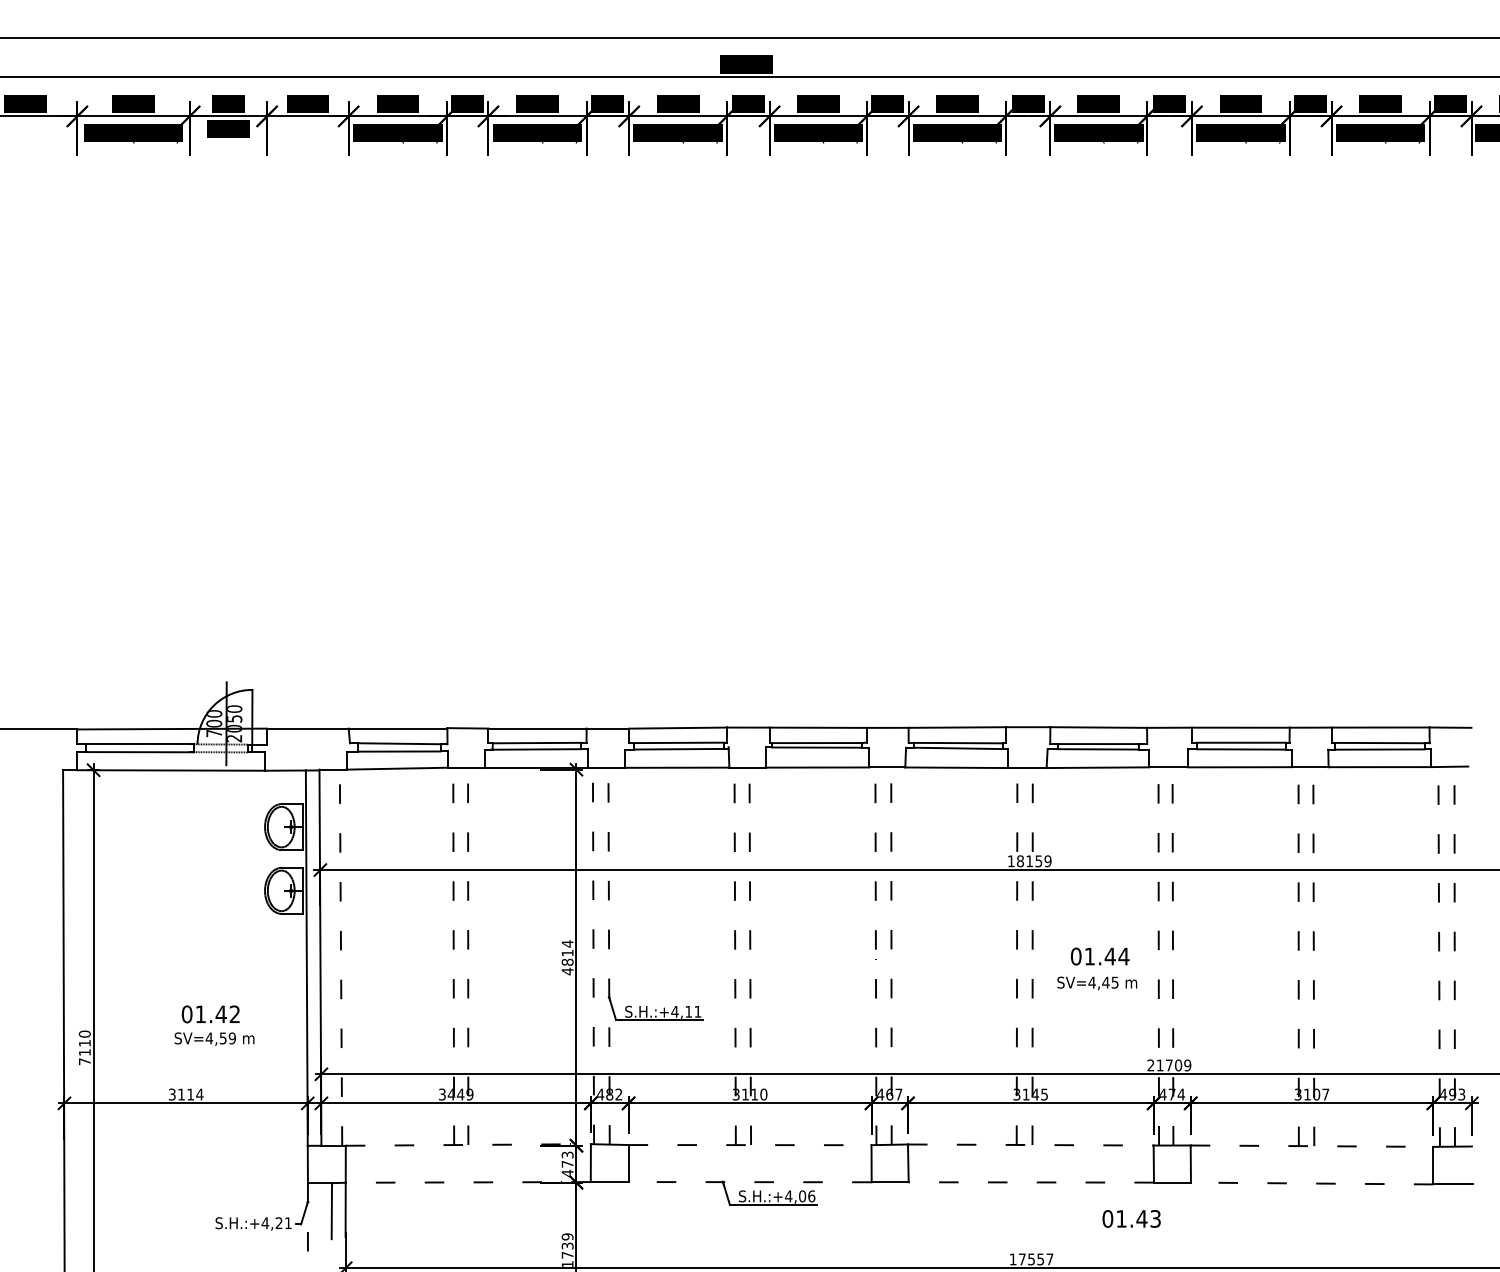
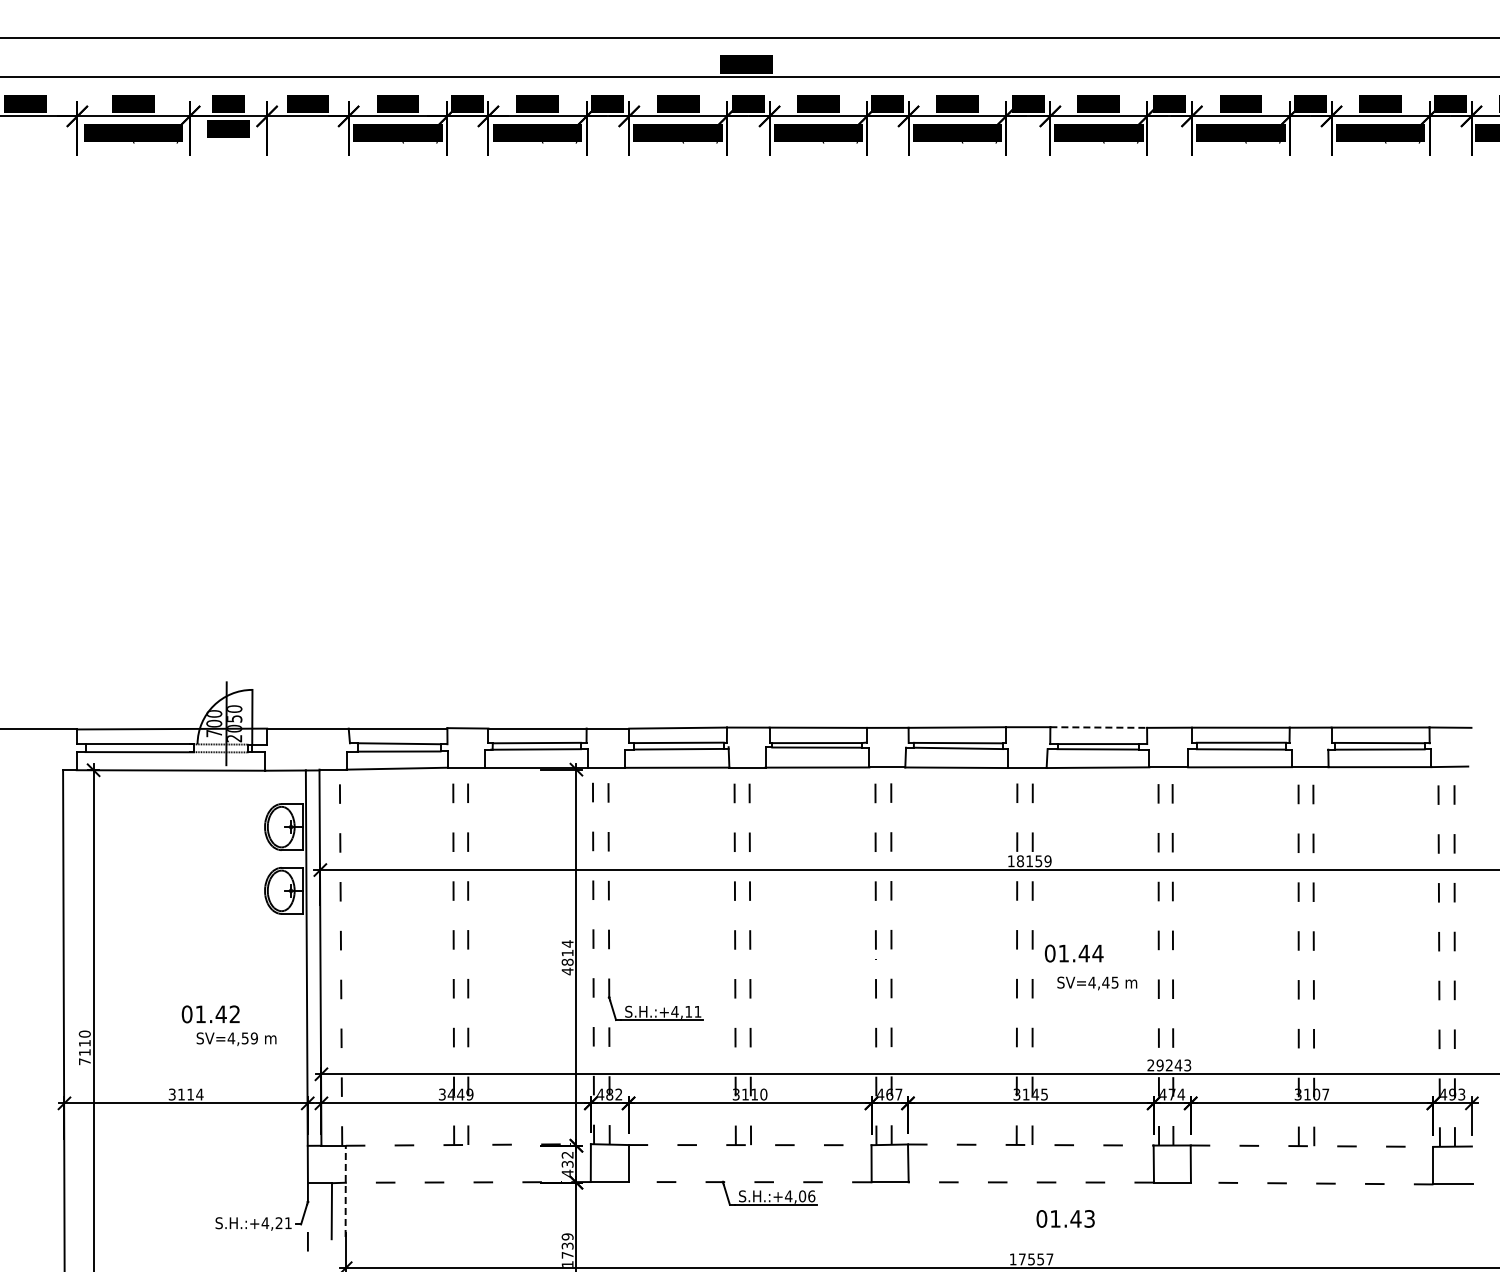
line at (1099, 727): solid -> dashed
text at (1099, 956) position: (1099, 956) -> (1073, 953)
text at (214, 1039) position: (214, 1039) -> (236, 1039)
text at (1173, 1065): 21709 -> 29243
text at (567, 1159): 473 -> 432
line at (345, 1191): solid -> dashed
text at (1131, 1218) position: (1131, 1218) -> (1065, 1218)
